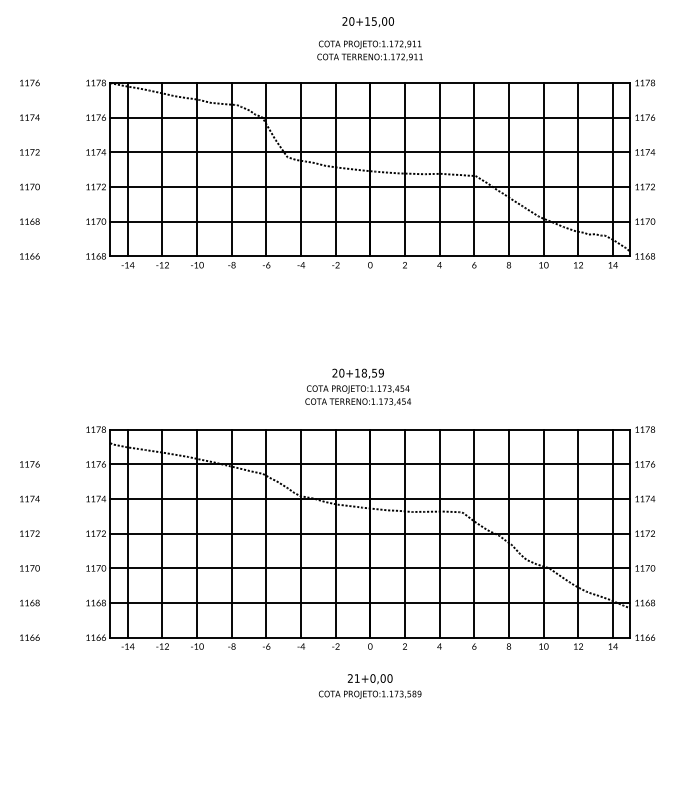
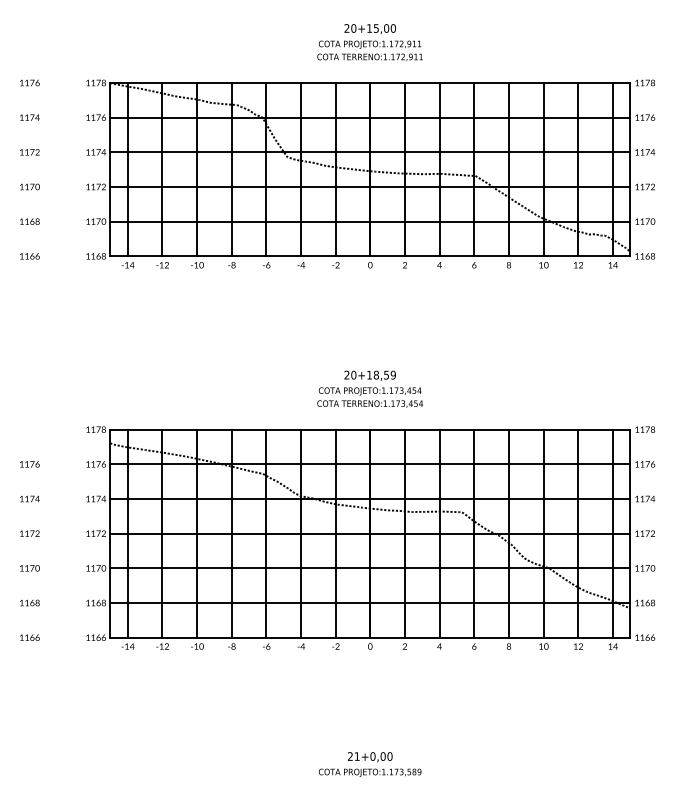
text at (367, 21) position: (367, 21) -> (369, 28)
text at (357, 386) position: (357, 386) -> (369, 388)
text at (370, 686) position: (370, 686) -> (370, 764)
